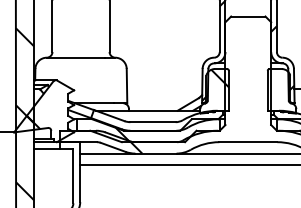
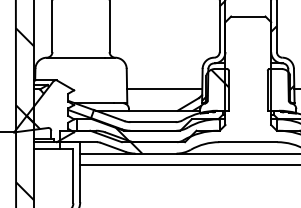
line at (164, 88): none -> present
